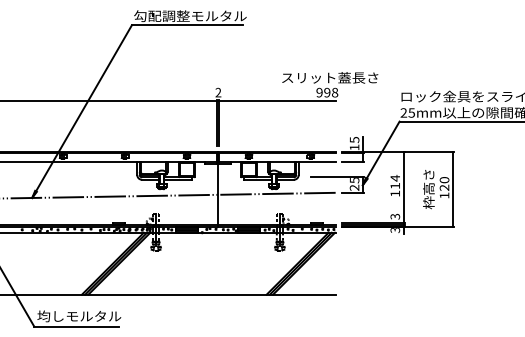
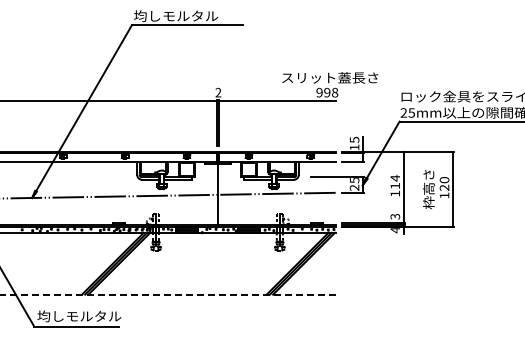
text at (190, 15): 勾配調整モルタル -> 均しモルタル
text at (395, 230): 3 -> 4
line at (167, 294): solid -> dashed
